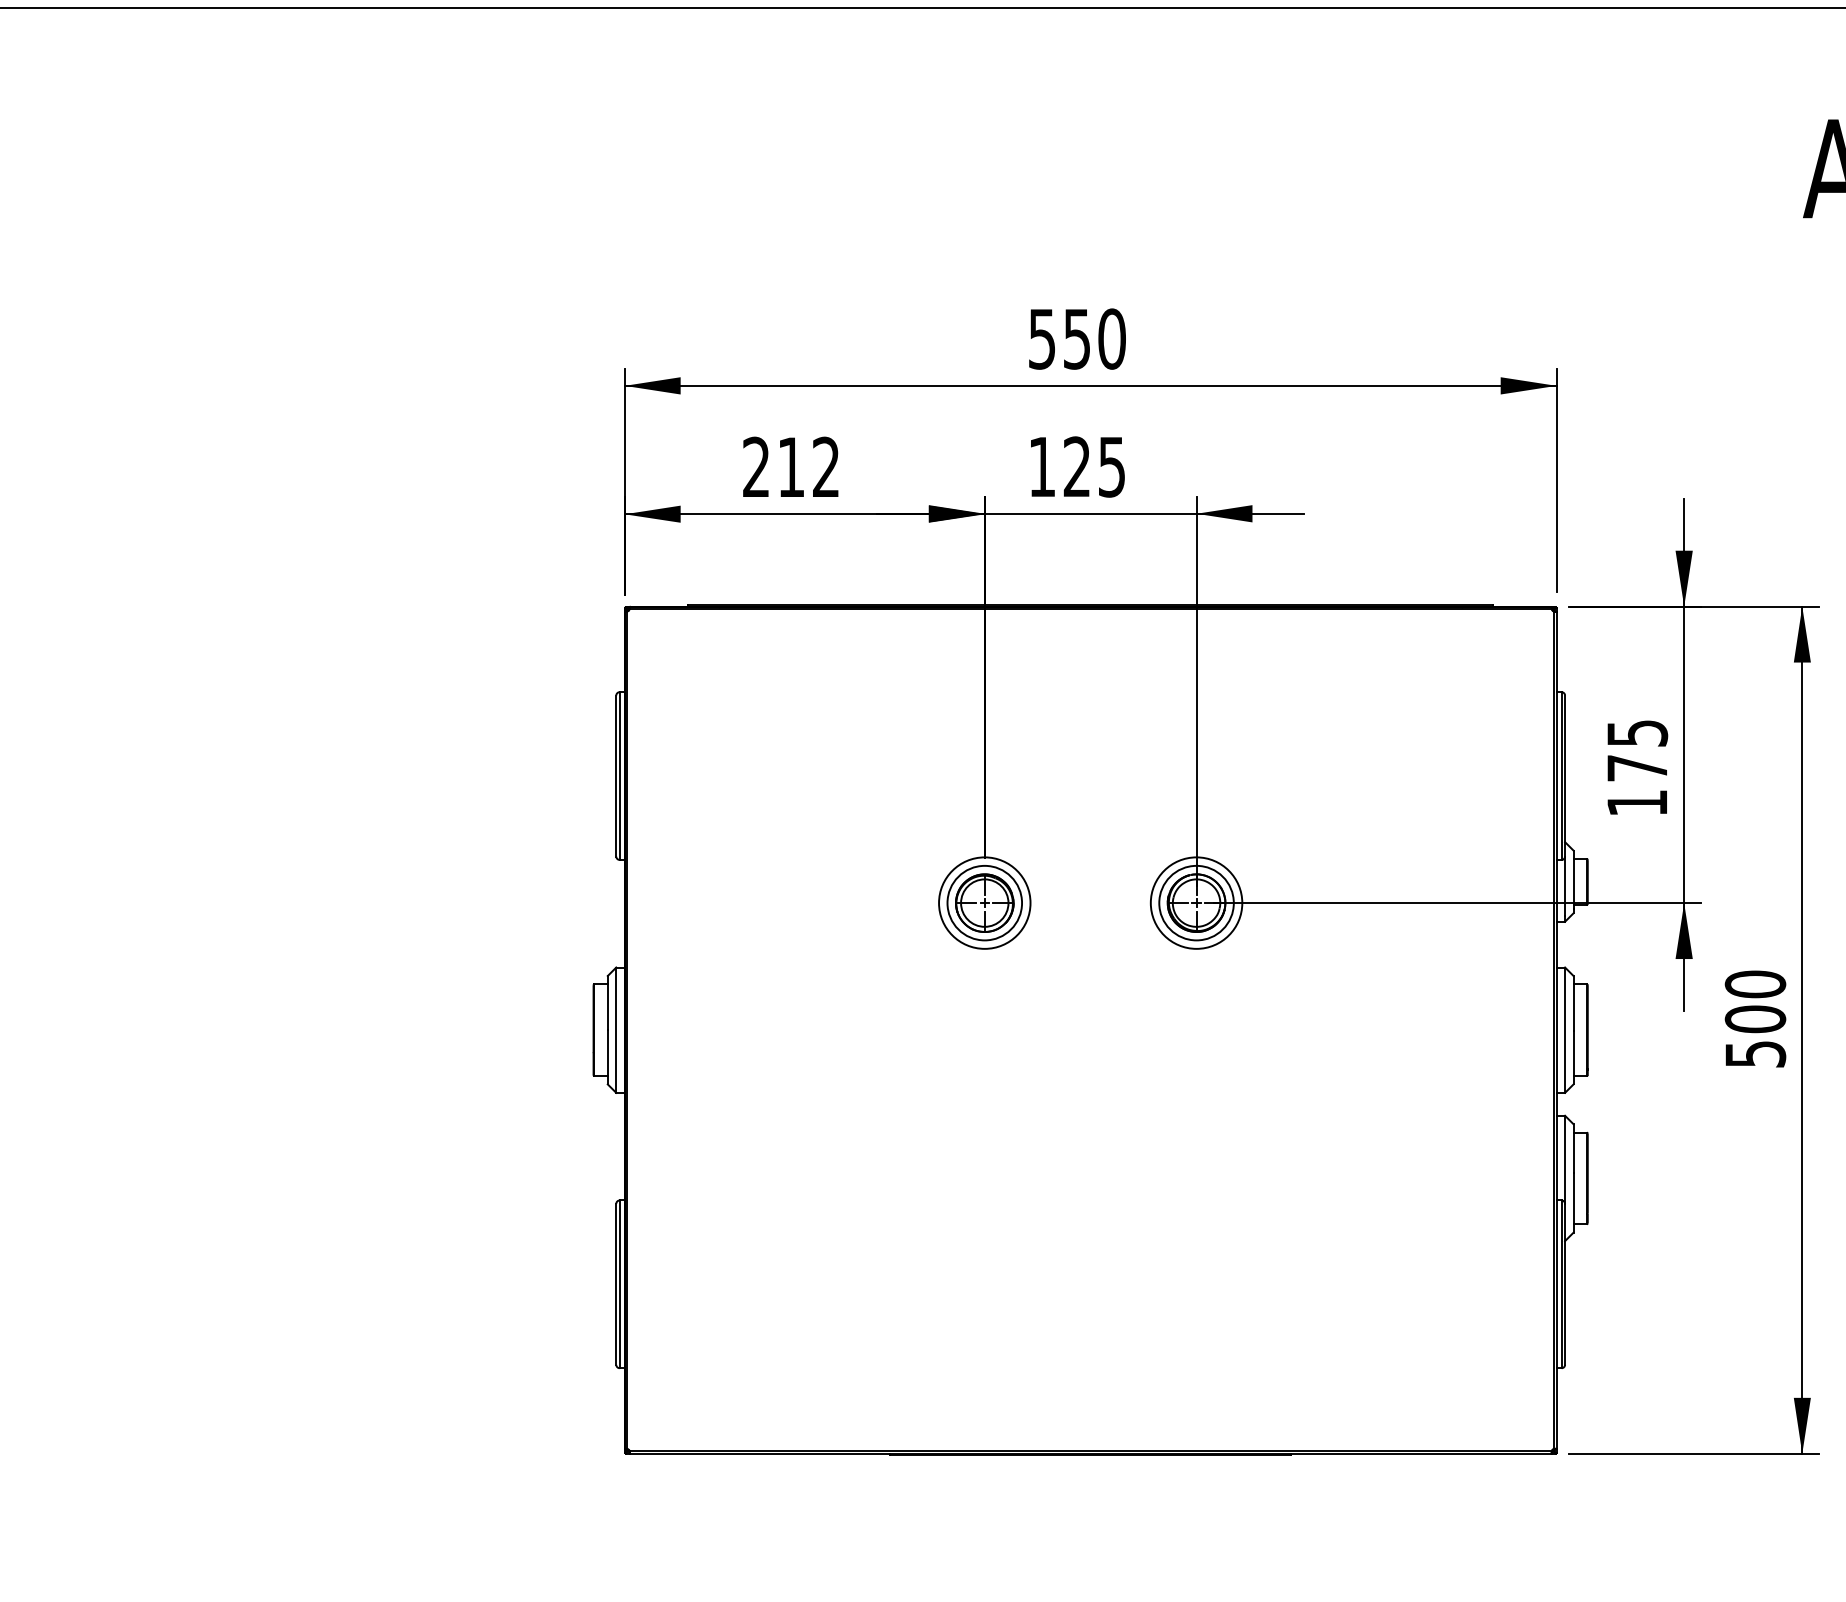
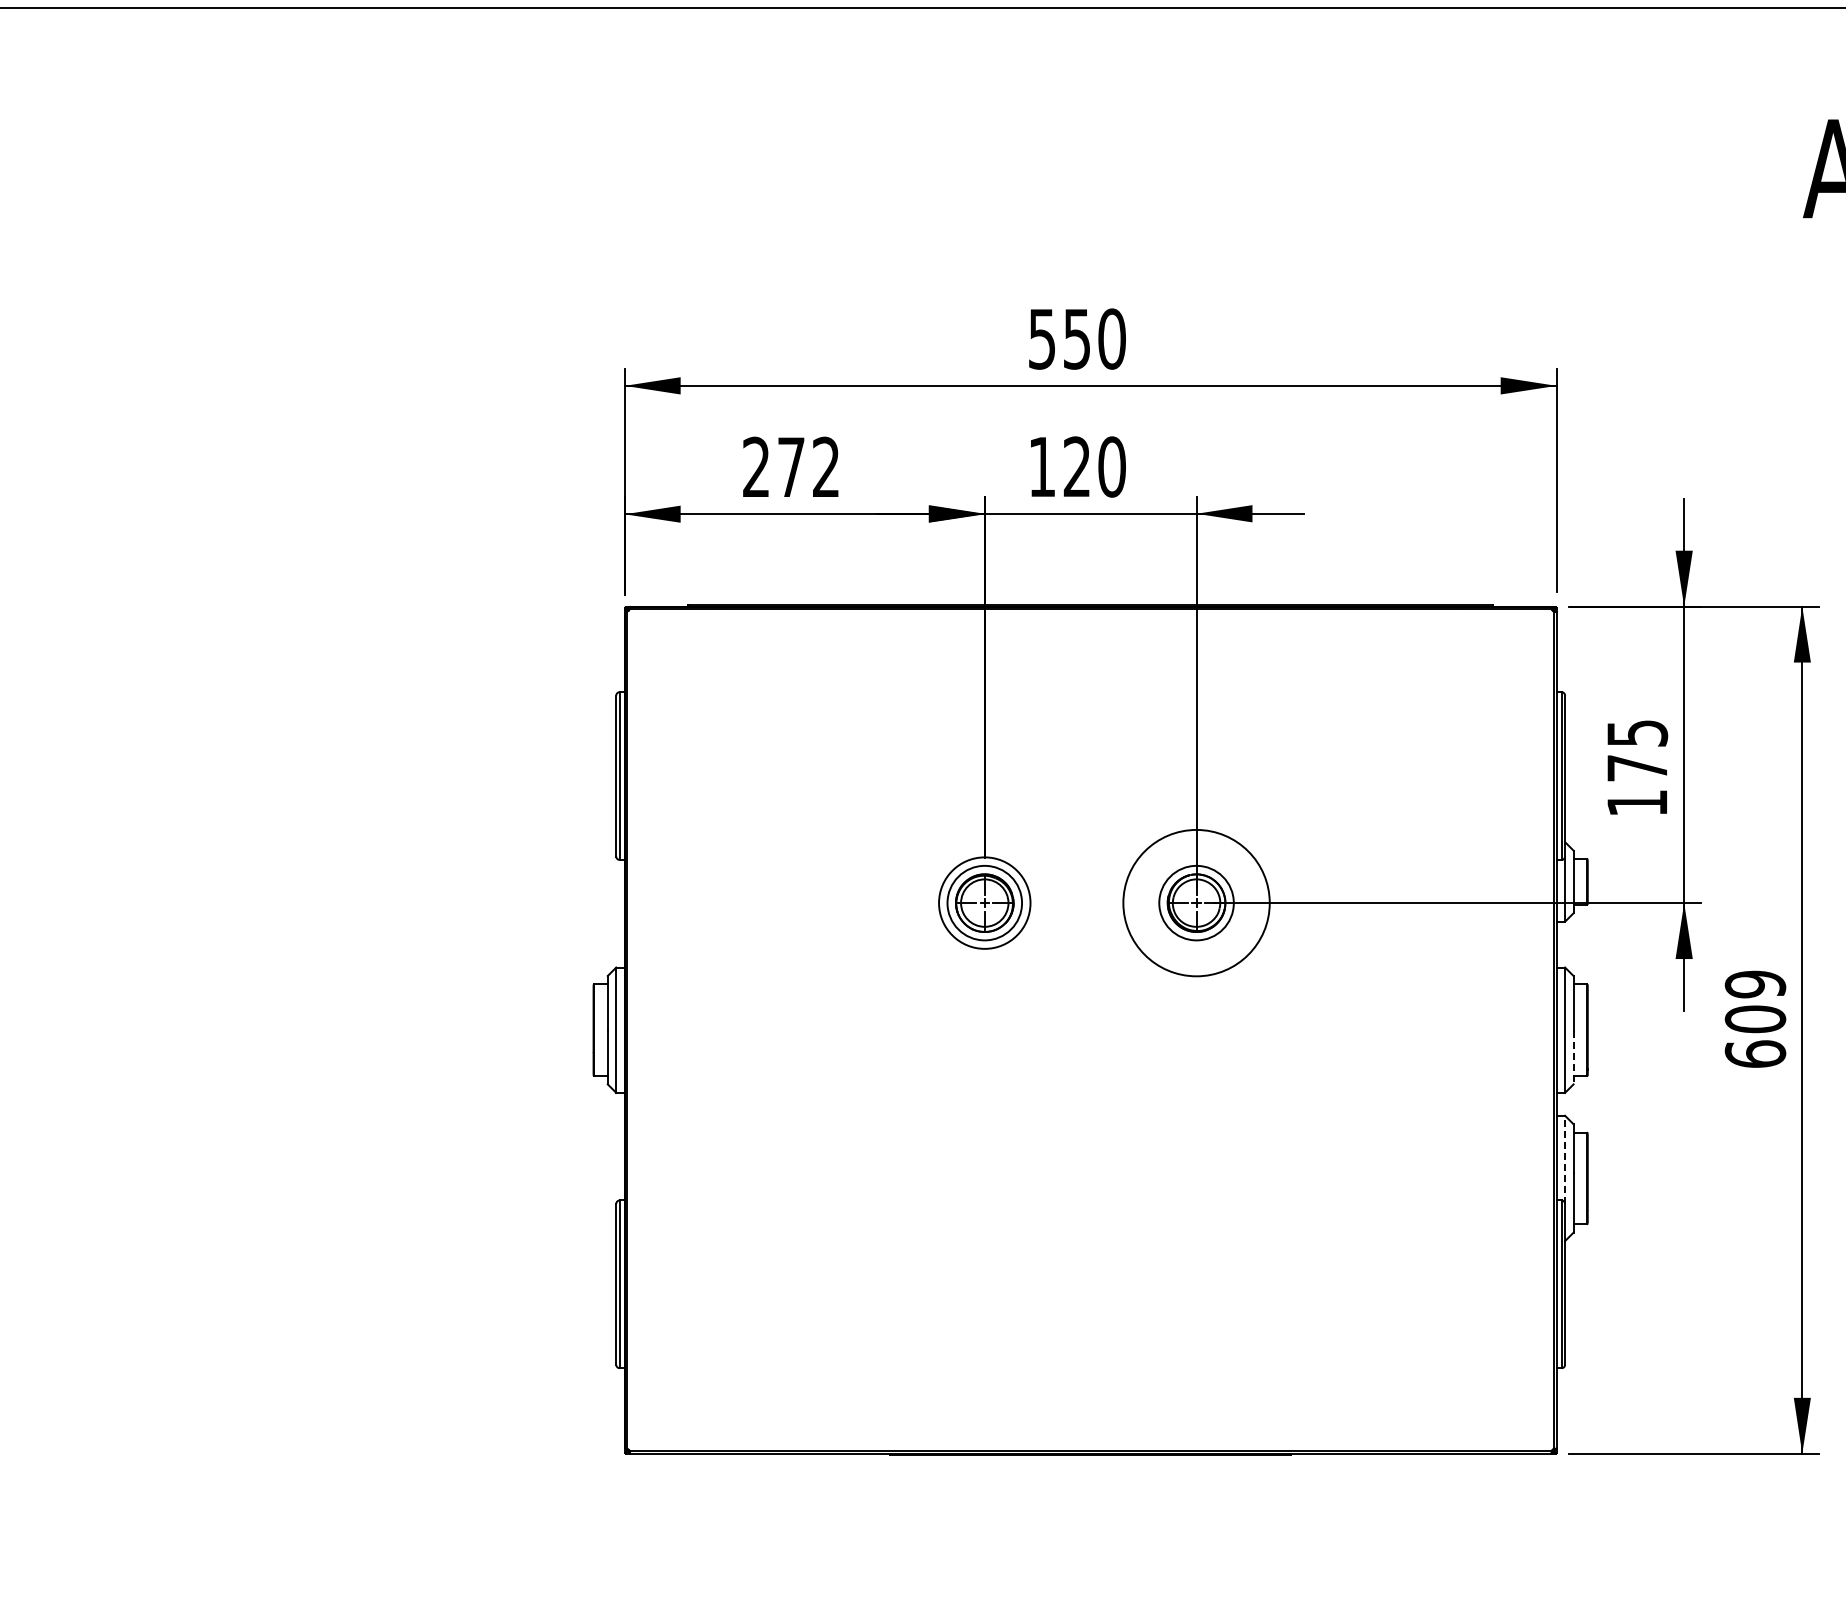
text at (791, 466): 212 -> 272
text at (1111, 466): 125 -> 120
circle at (1196, 902) diameter: 91 px -> 146 px
text at (1755, 1018): 500 -> 609
line at (1573, 1057): solid -> dashed
line at (1565, 1159): solid -> dashed
